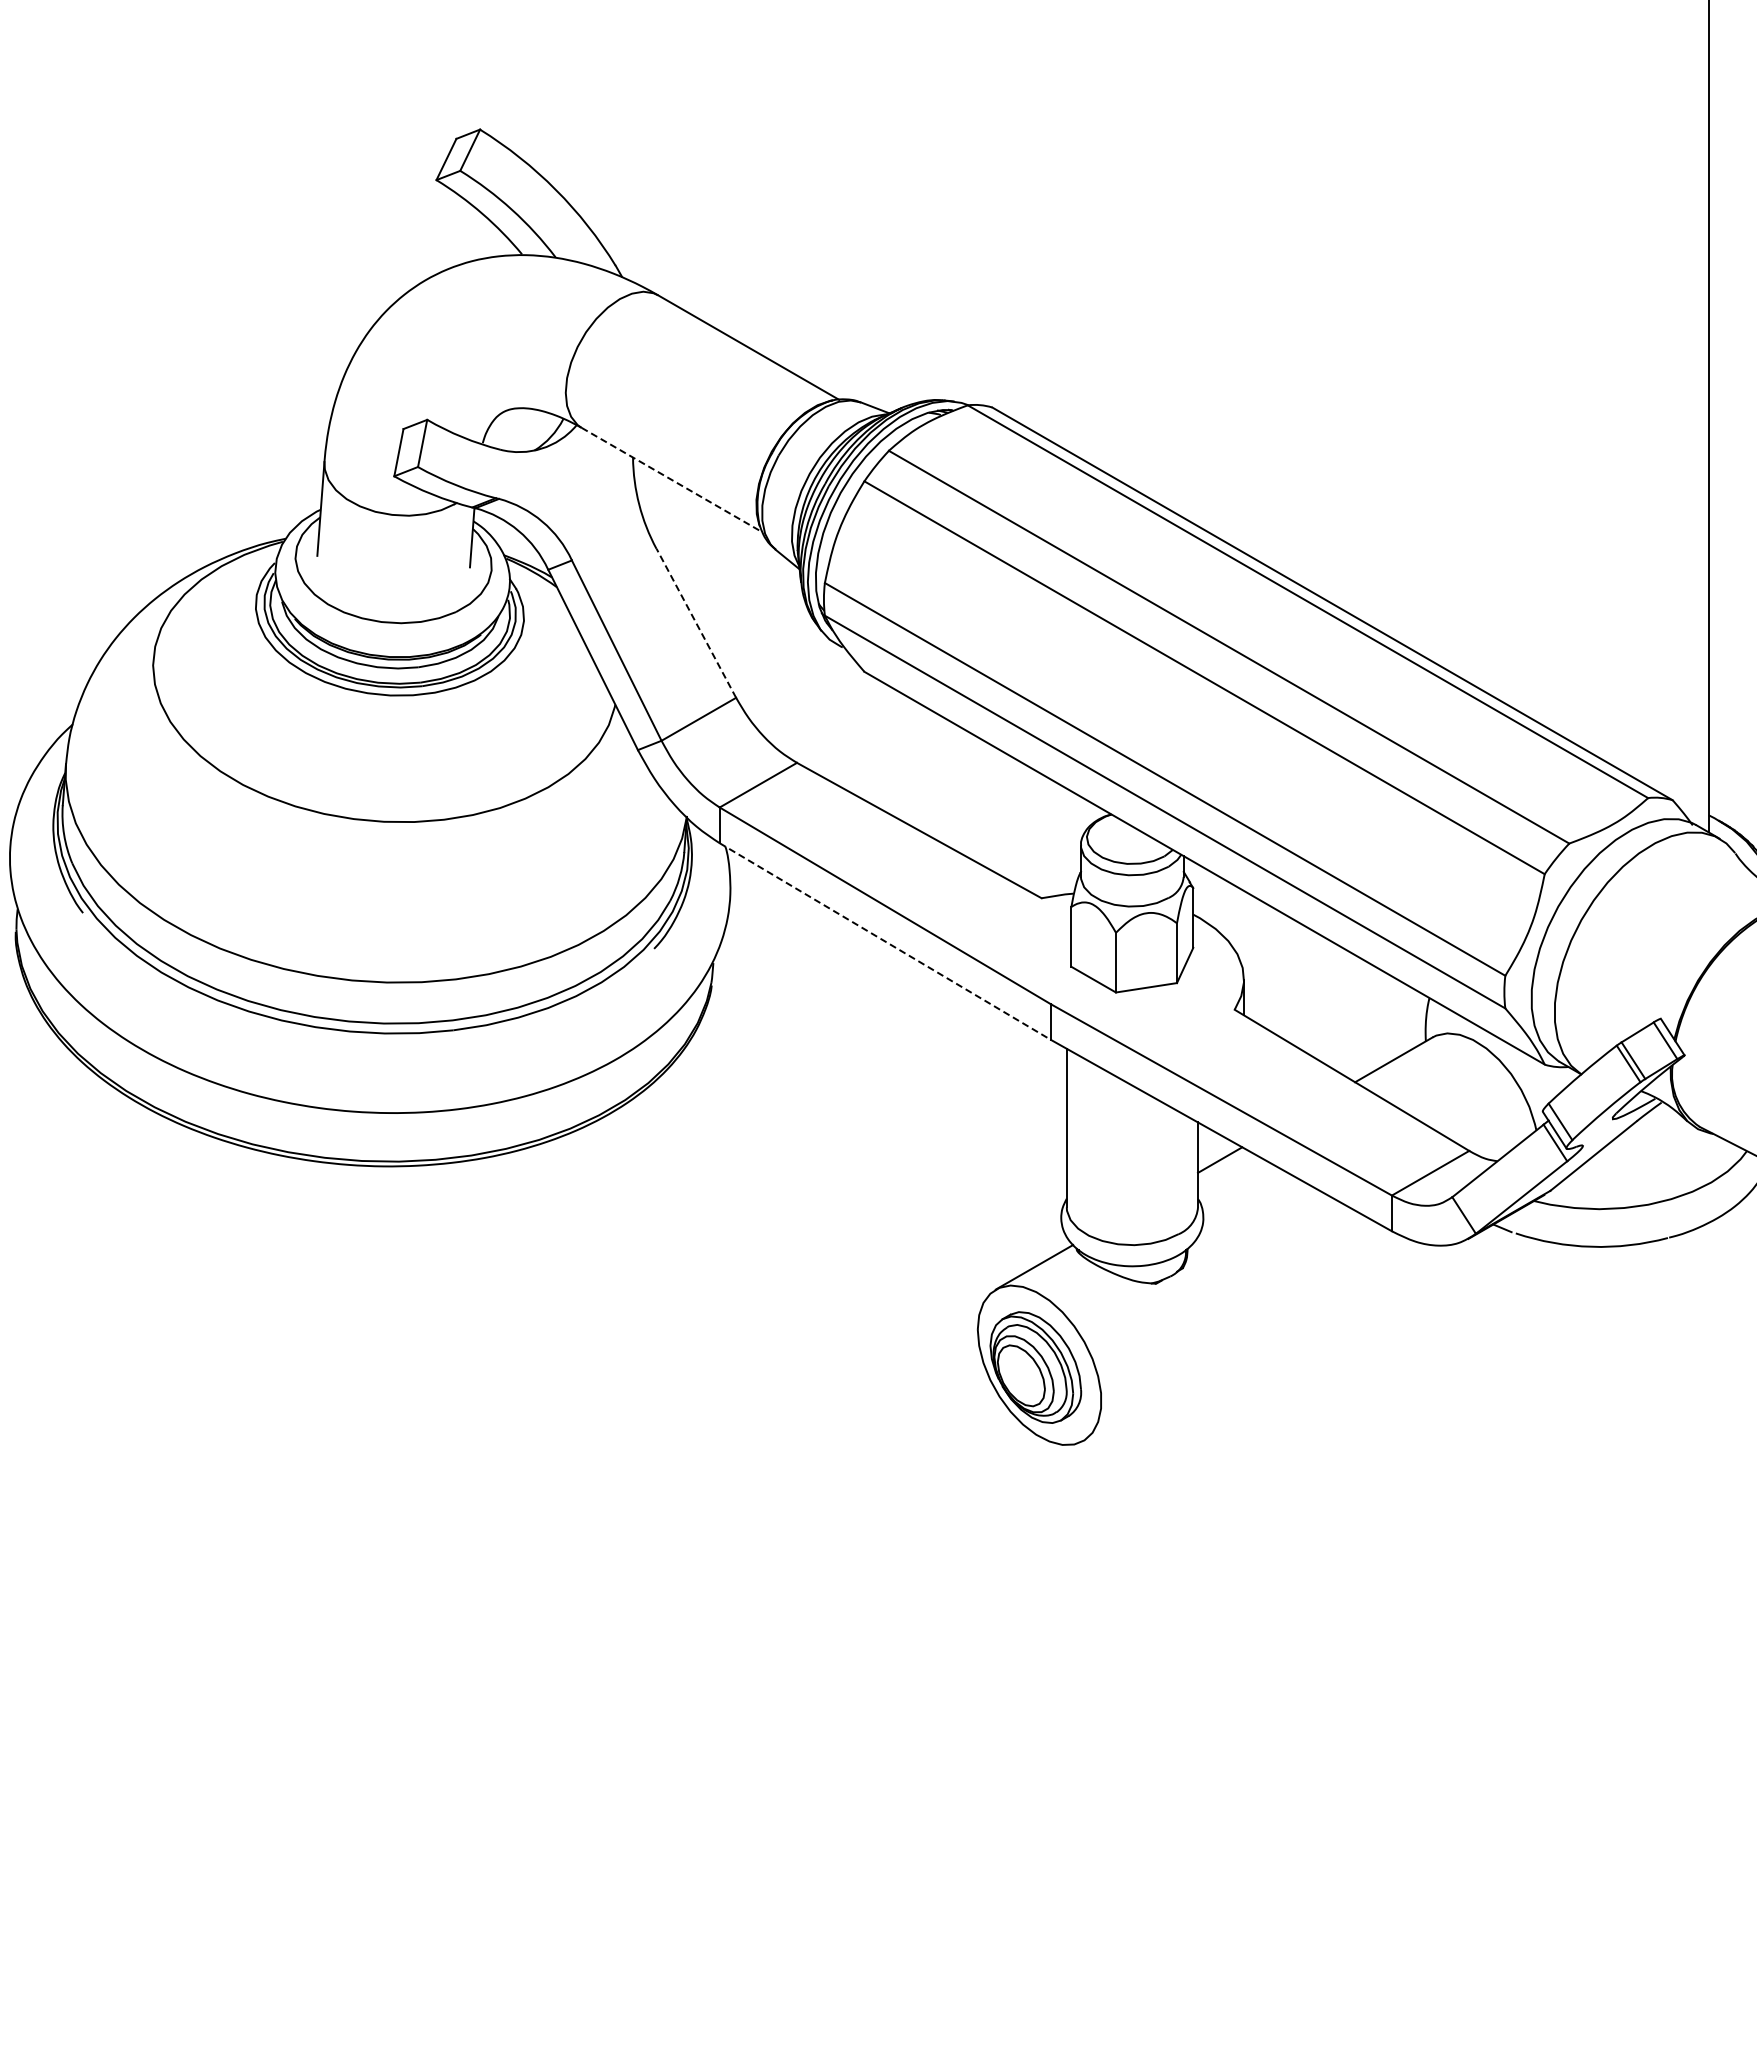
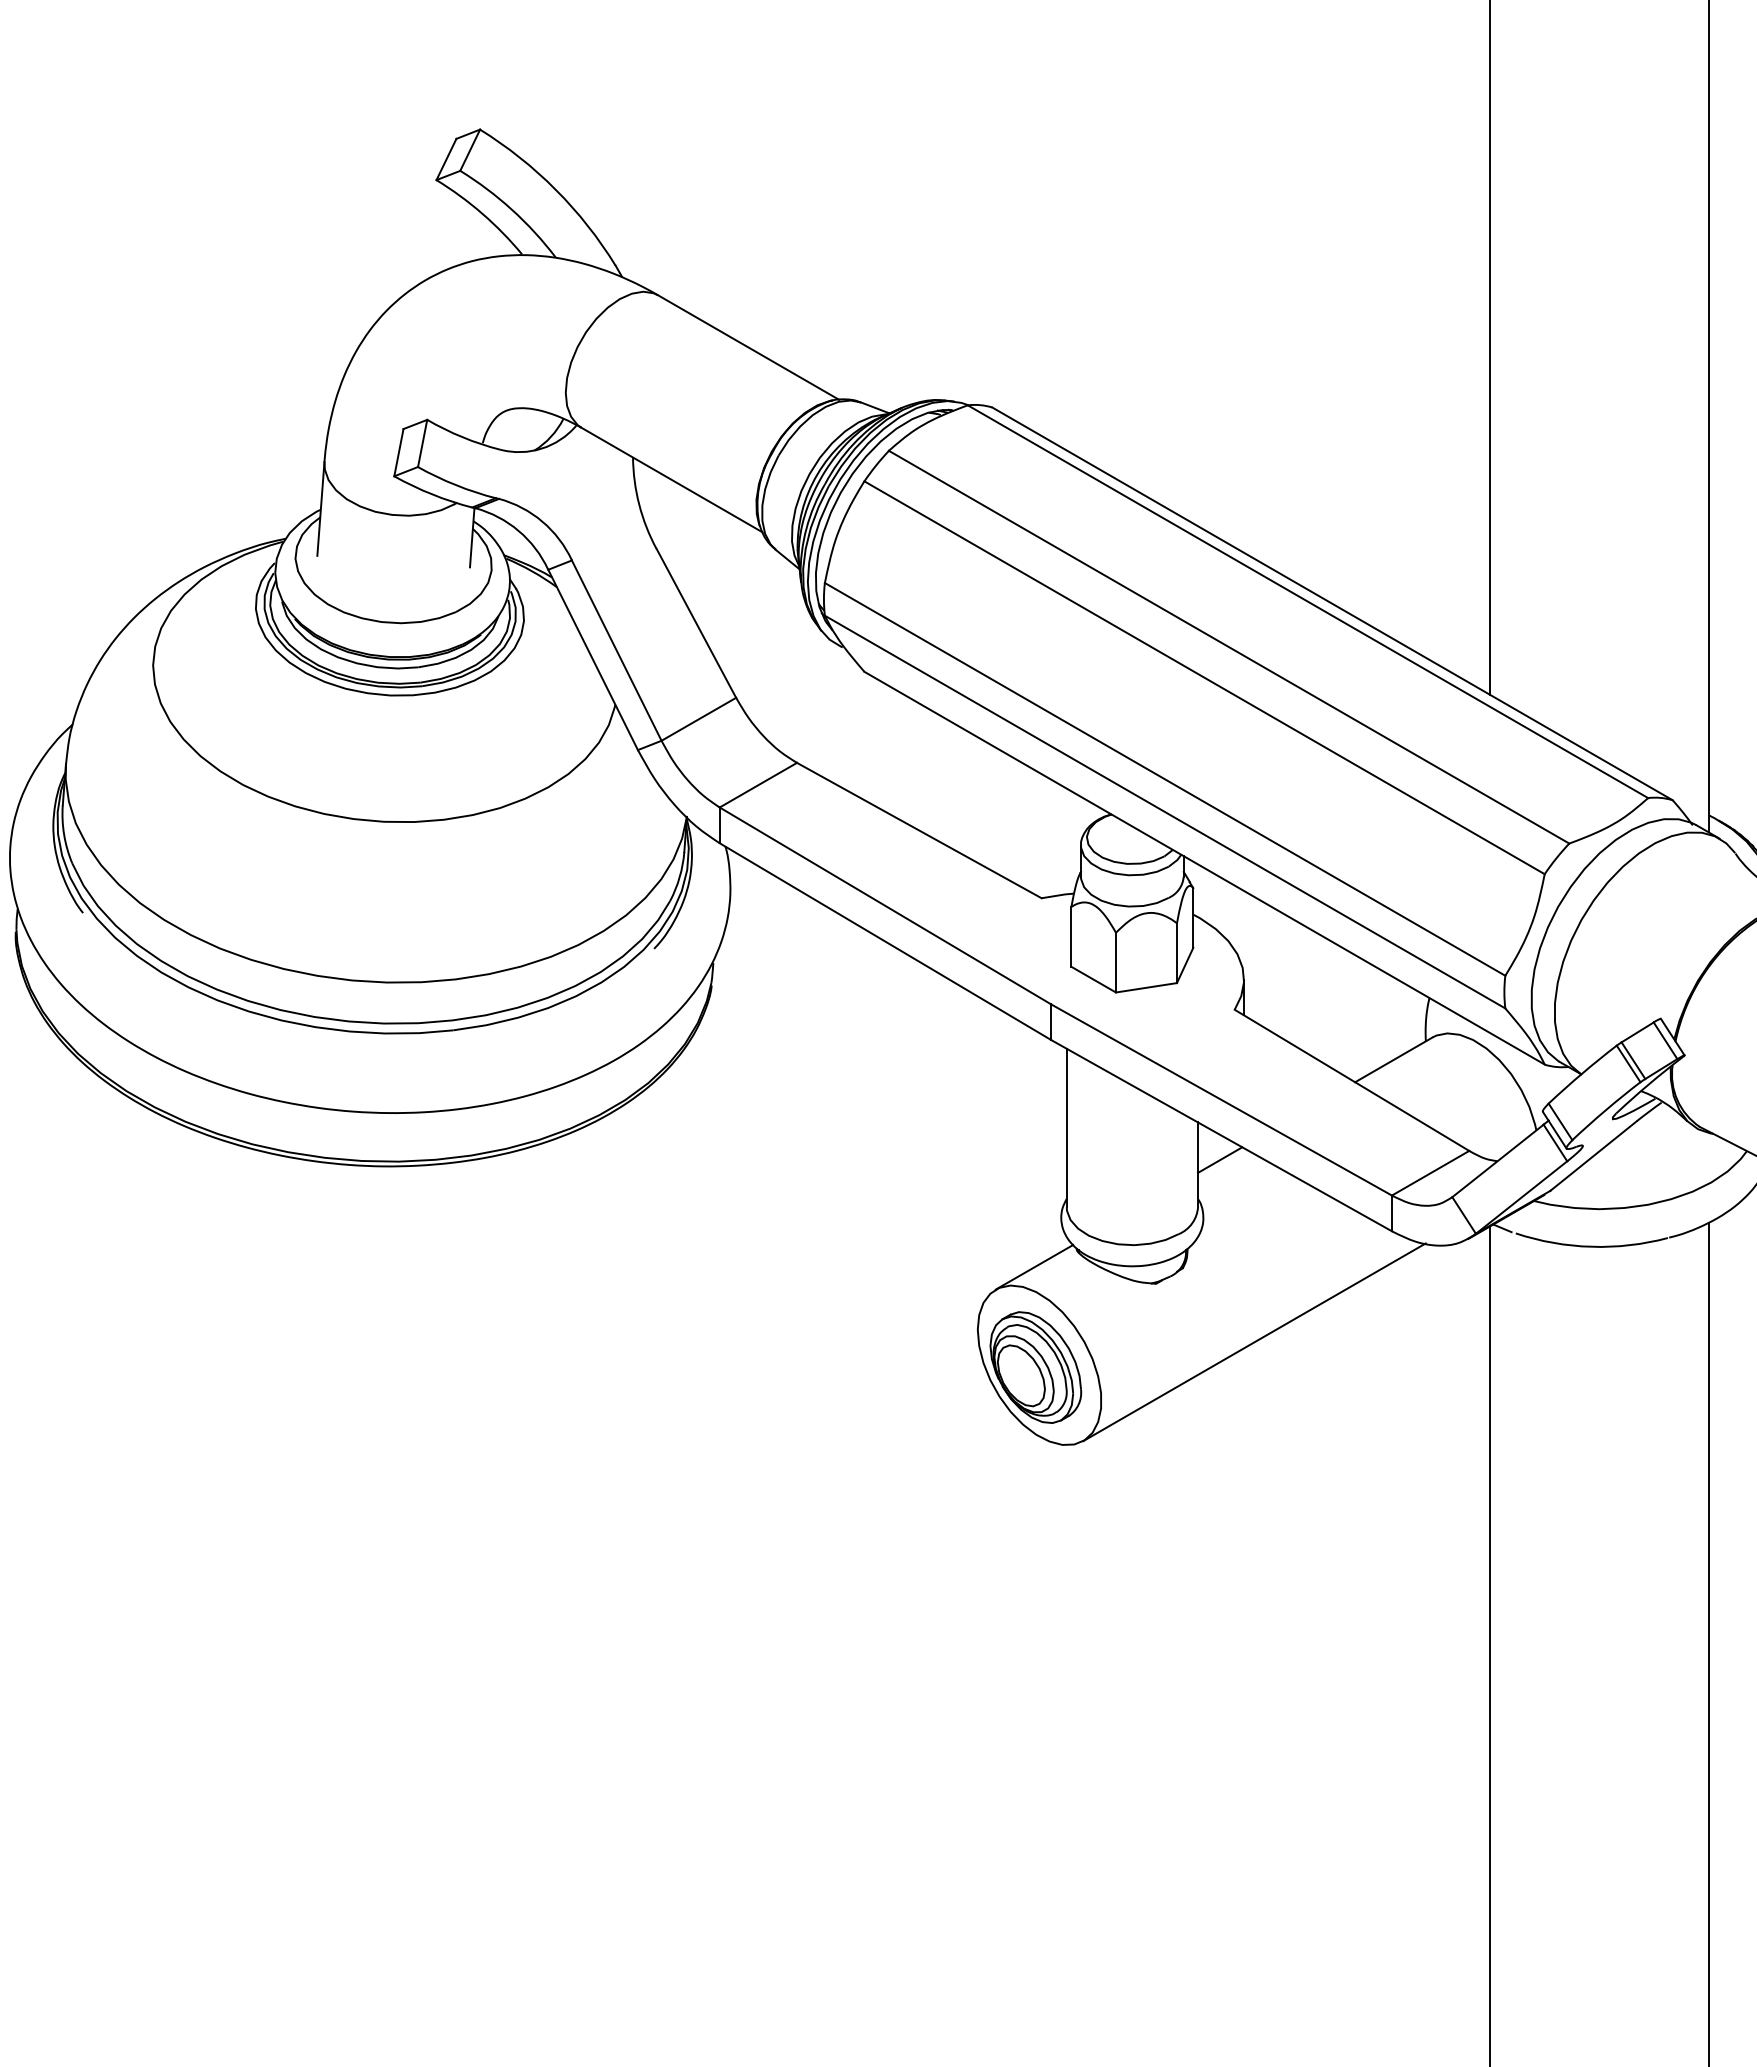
line at (1490, 348): none -> present
line at (672, 480): dashed -> solid
line at (696, 622): dashed -> solid
line at (885, 941): dashed -> solid
line at (1254, 1342): none -> present
line at (1708, 1642): none -> present
line at (1490, 1644): none -> present
